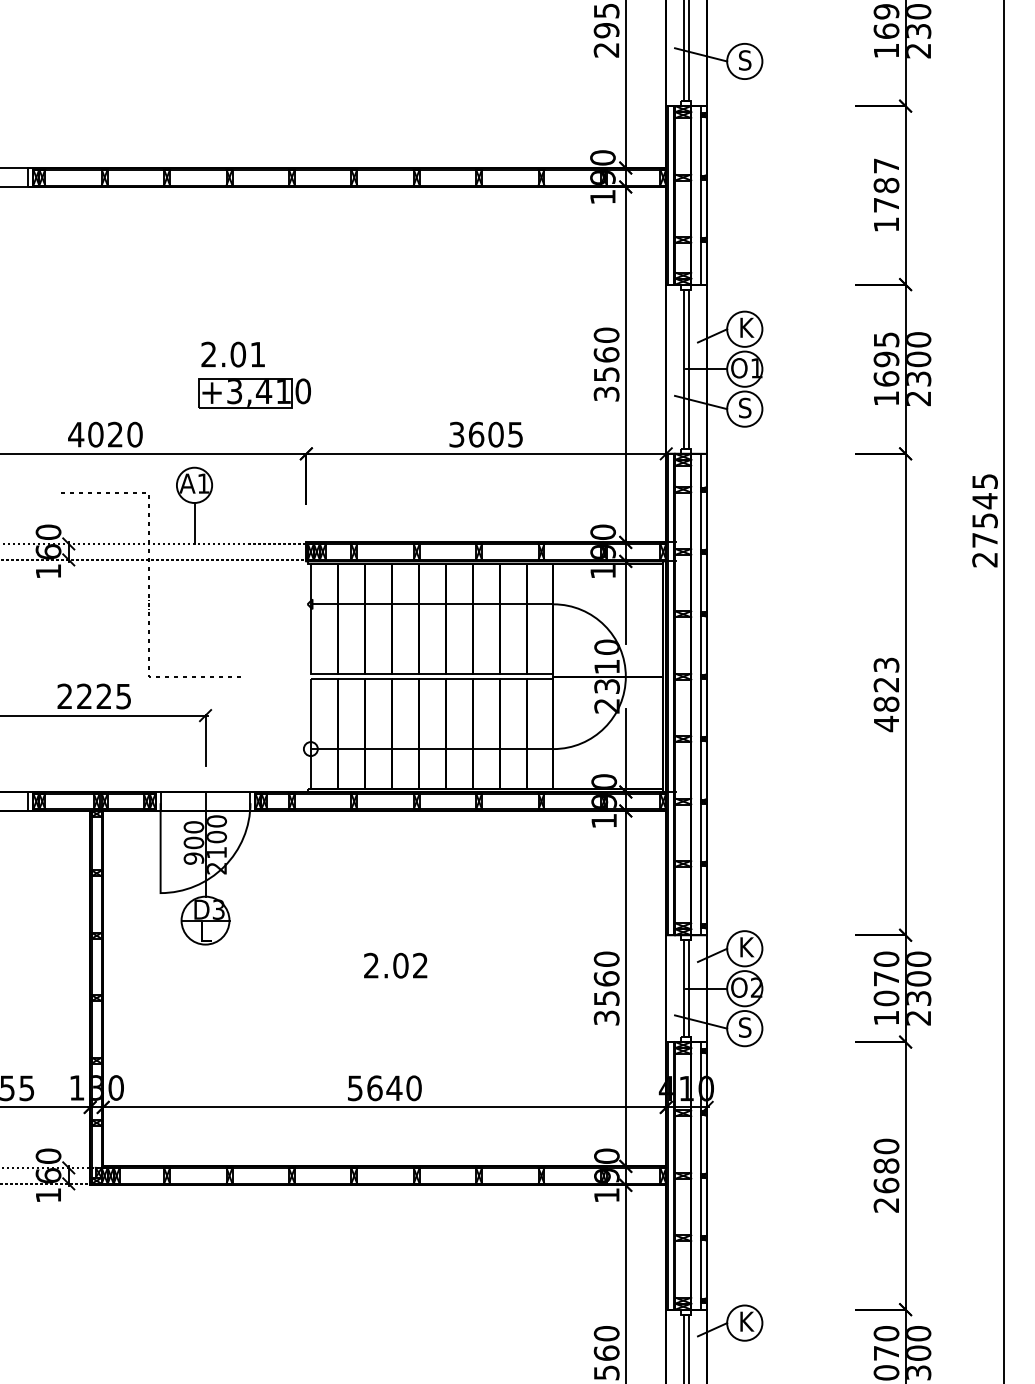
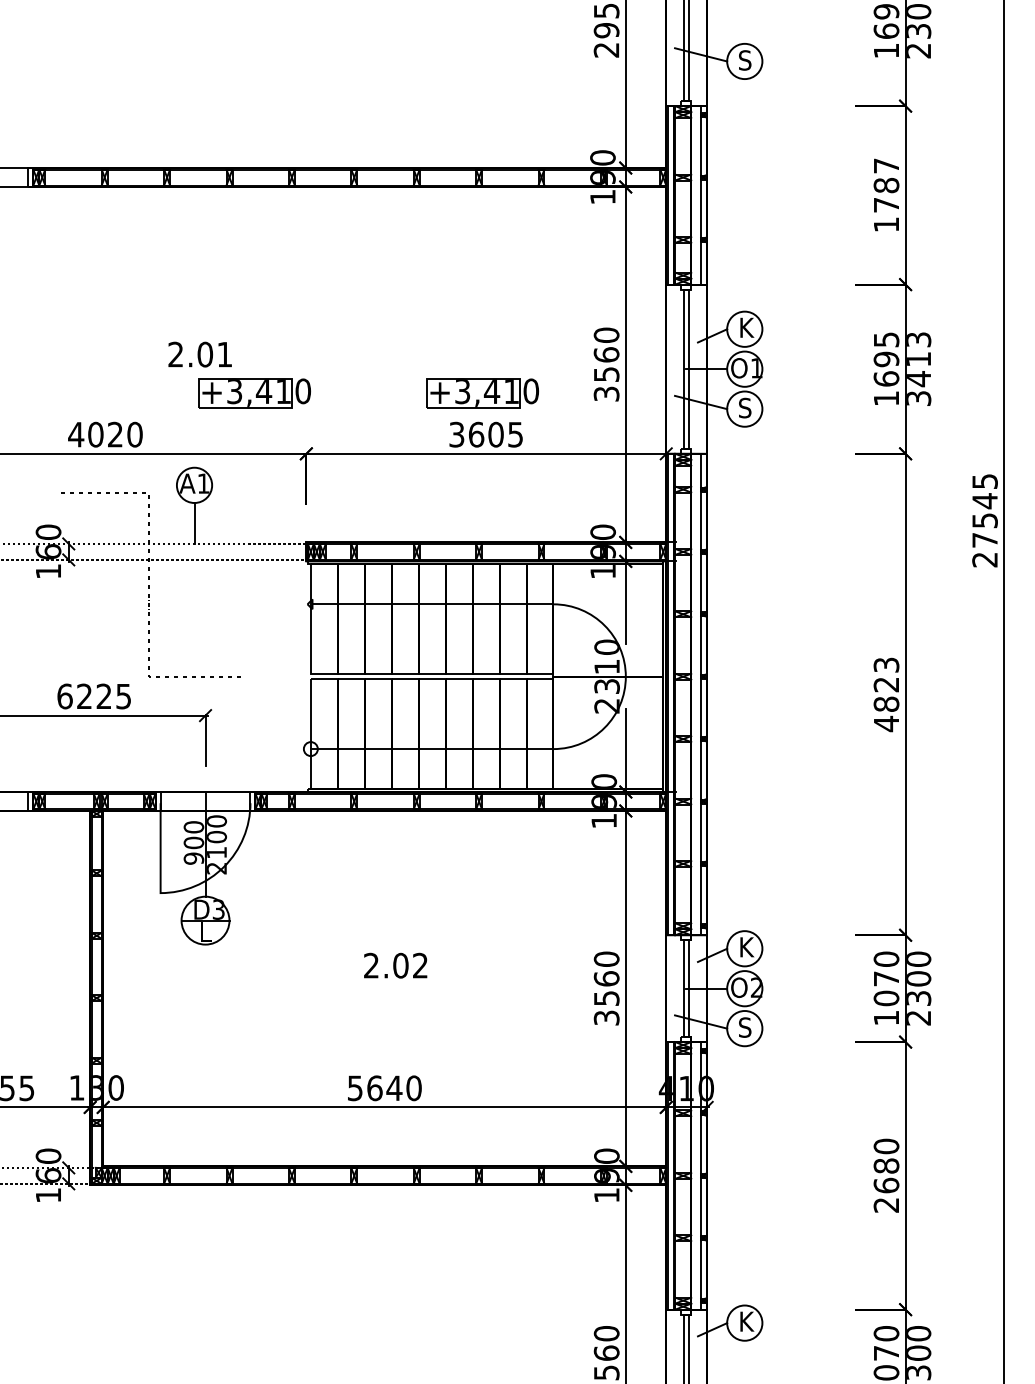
text at (232, 354) position: (232, 354) -> (199, 354)
text at (919, 369): 2300 -> 3413
part at (482, 393): none -> present
text at (64, 696): 2225 -> 6225
